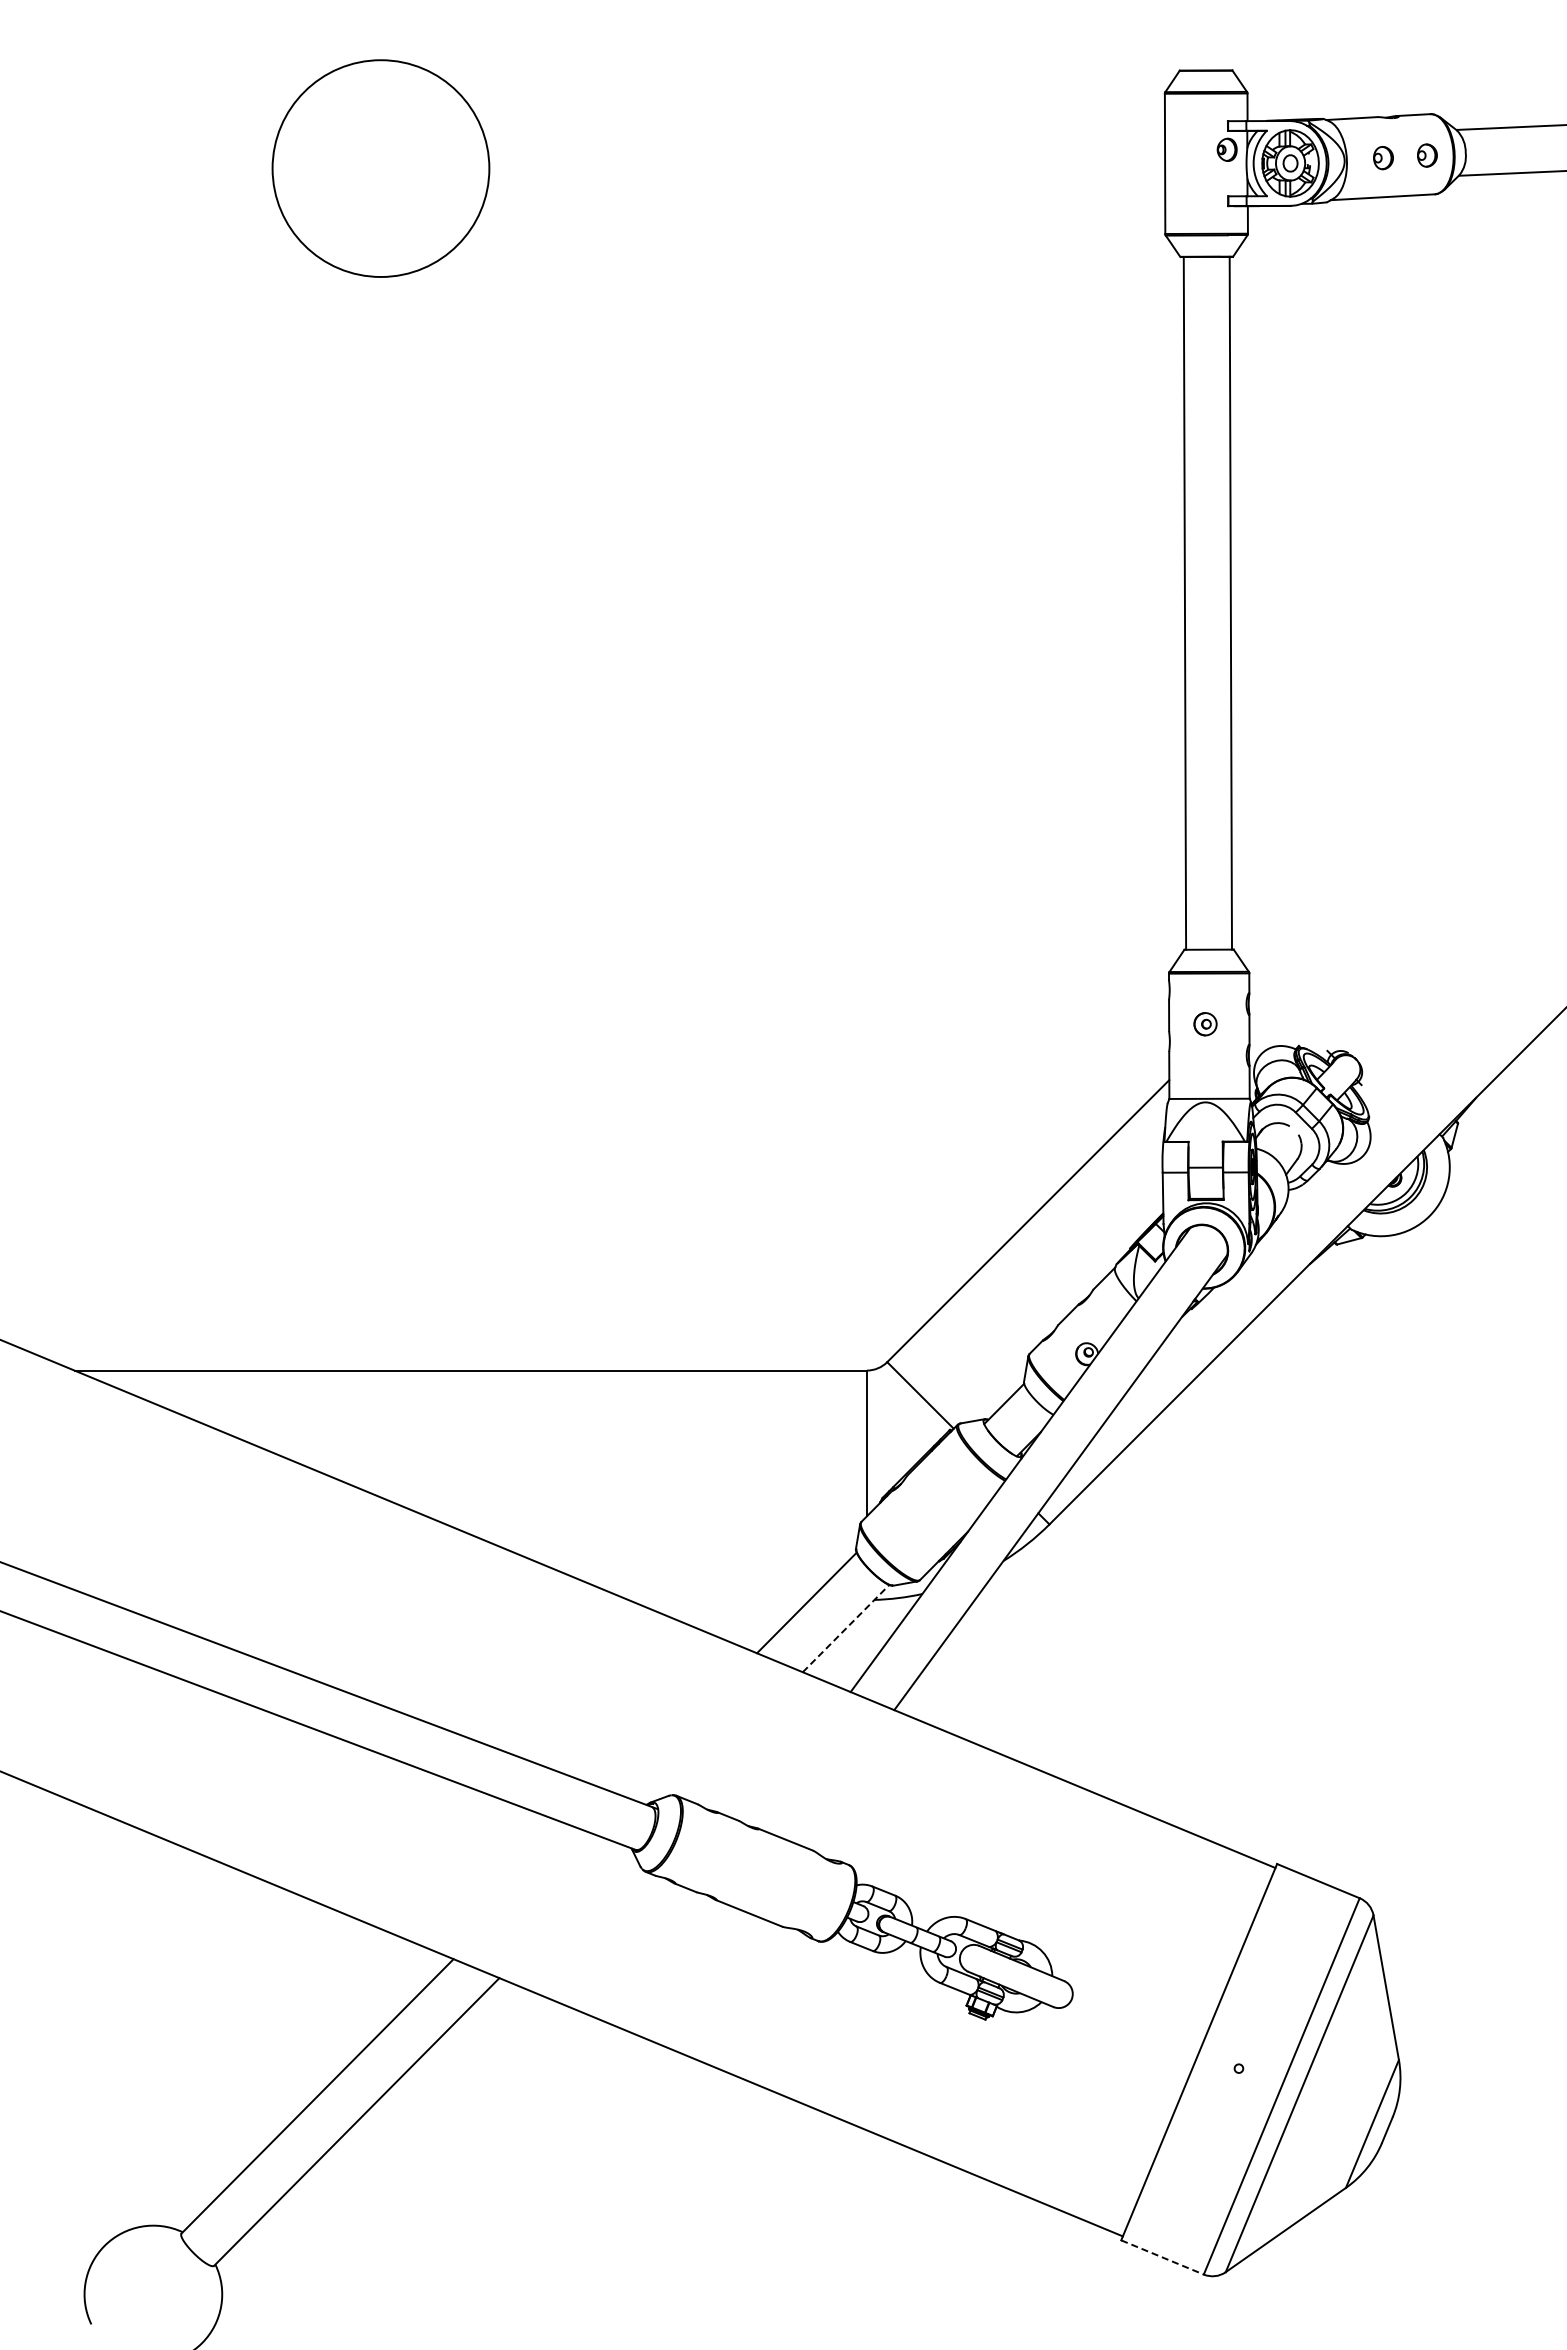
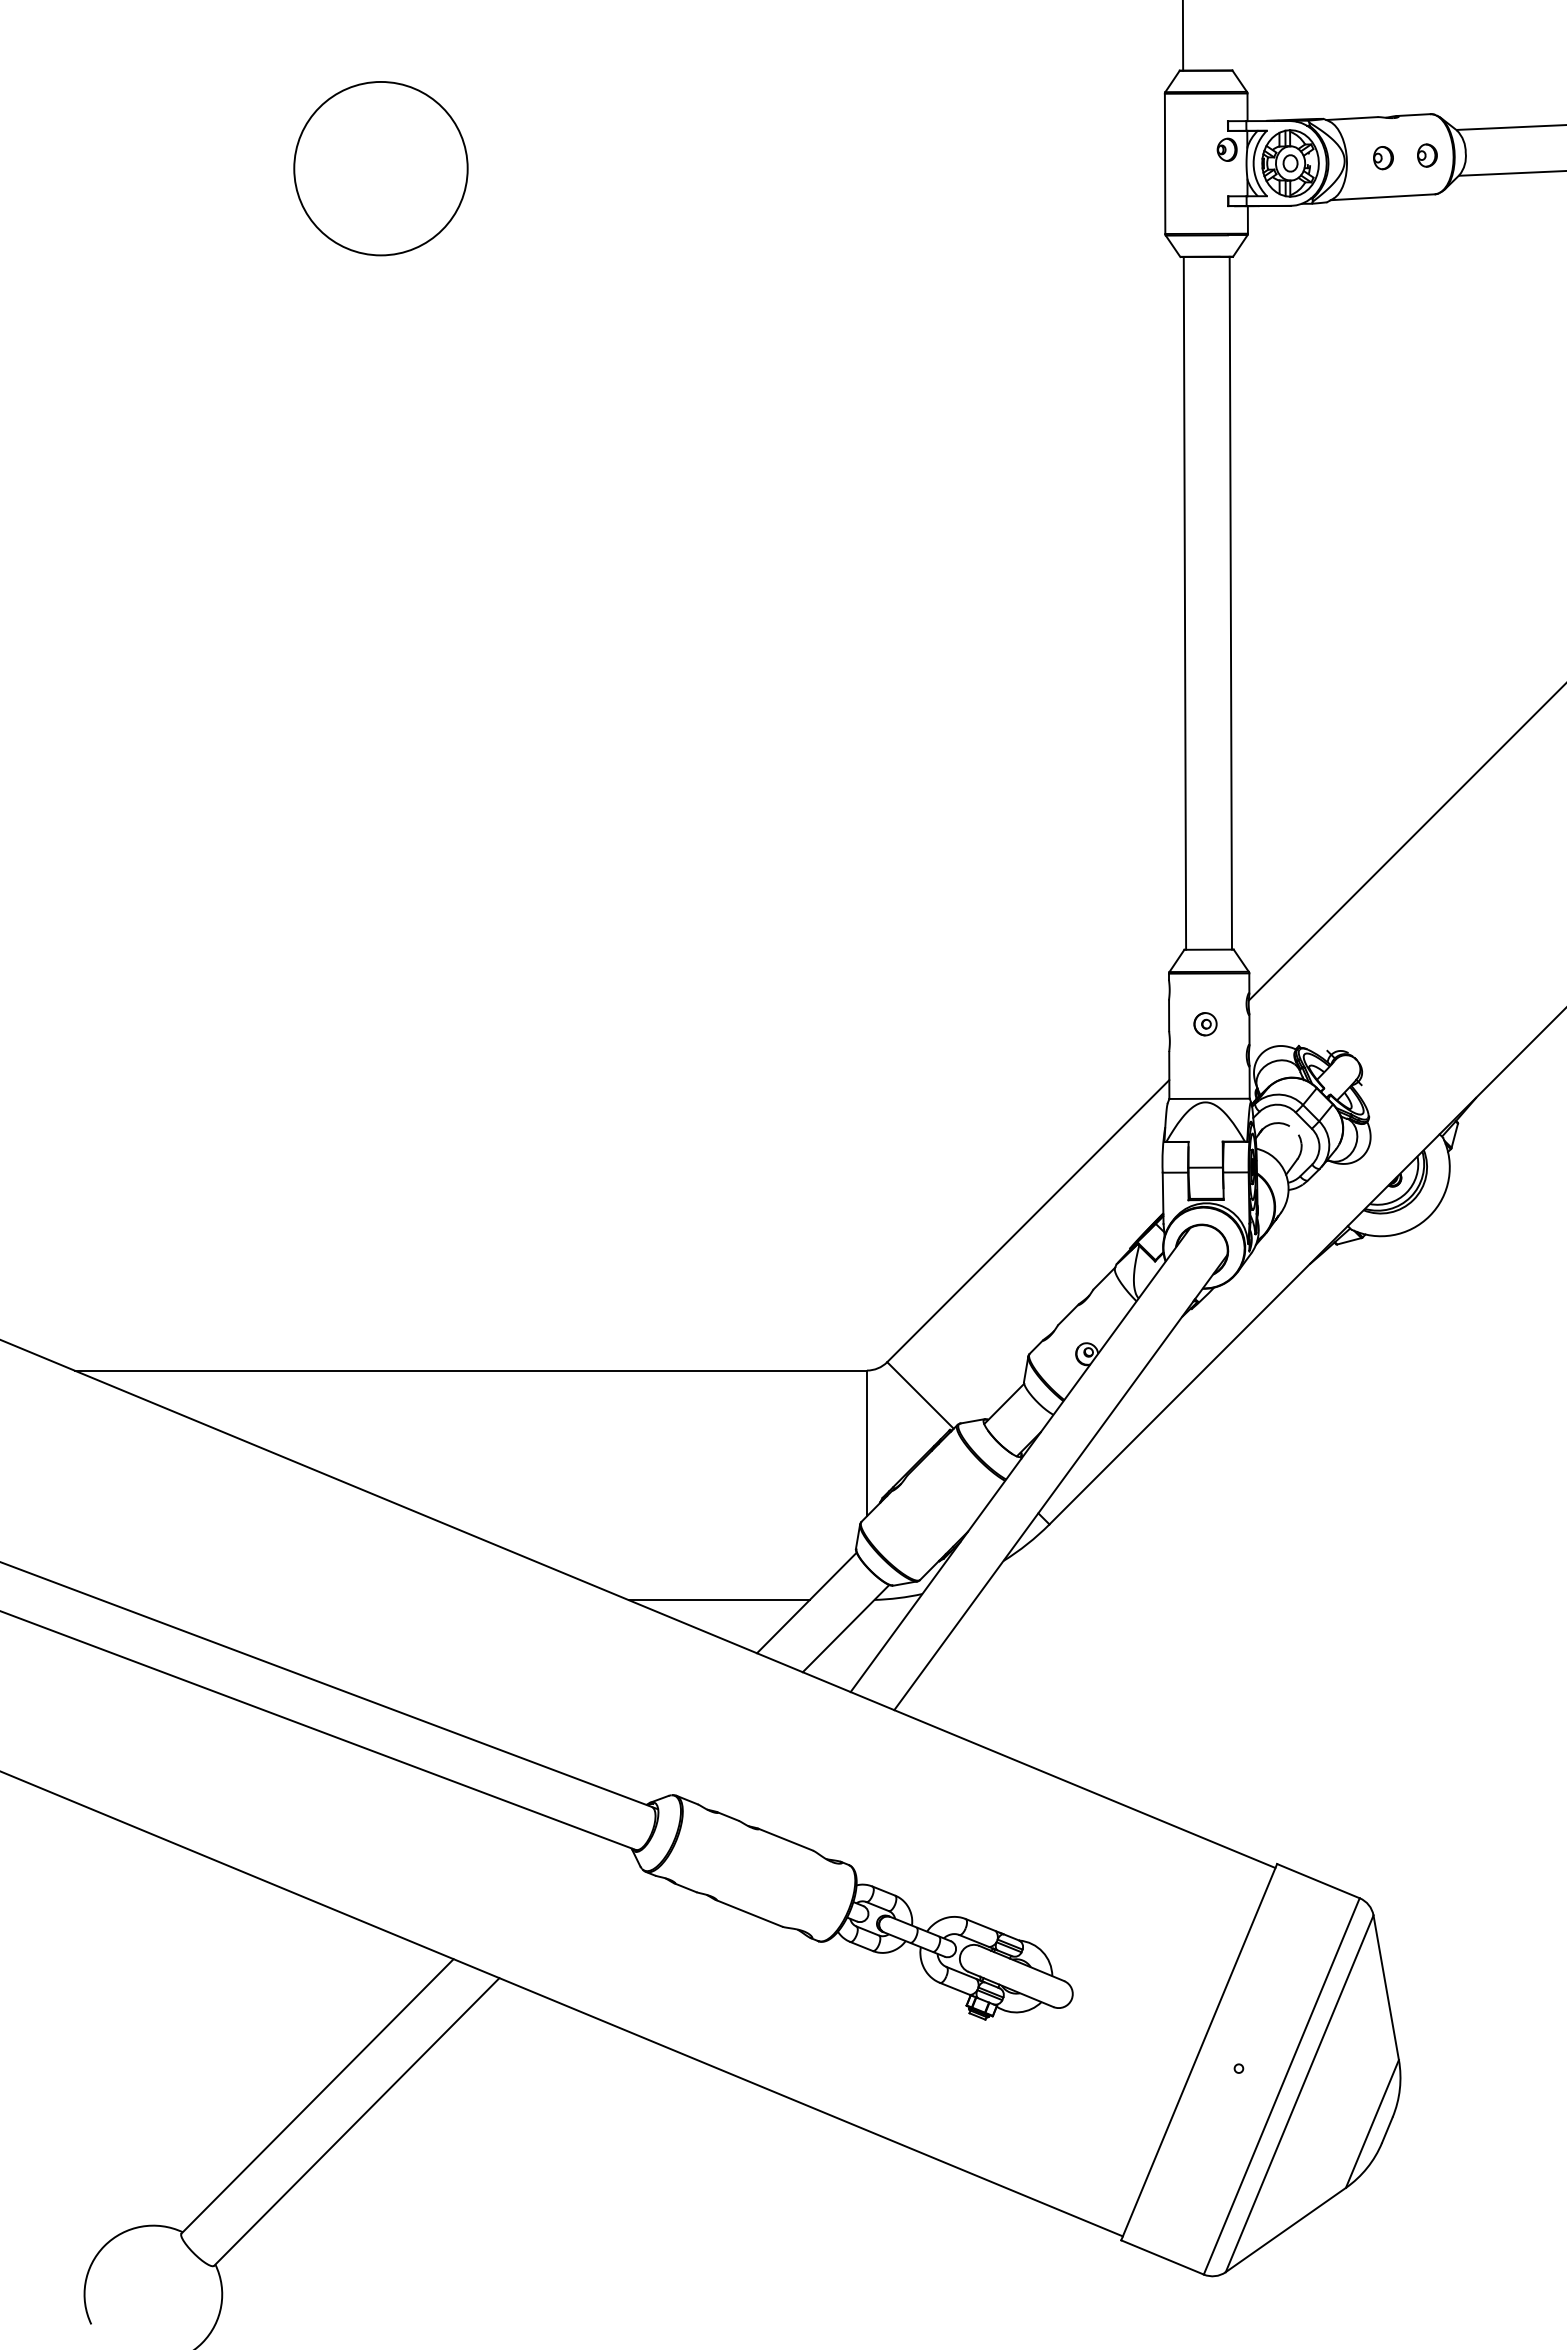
line at (1182, 36): none -> present
circle at (380, 168) size: 220x219 px -> 176x176 px
line at (1405, 842): none -> present
line at (718, 1600): none -> present
line at (846, 1628): dashed -> solid
line at (1162, 2257): dashed -> solid
